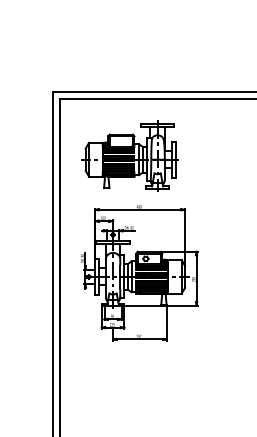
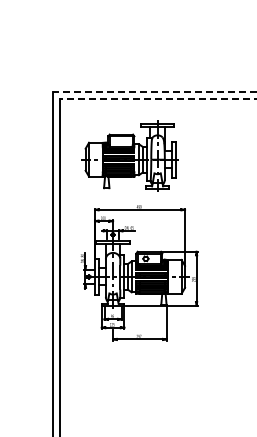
line at (154, 92): solid -> dashed
line at (157, 99): solid -> dashed
